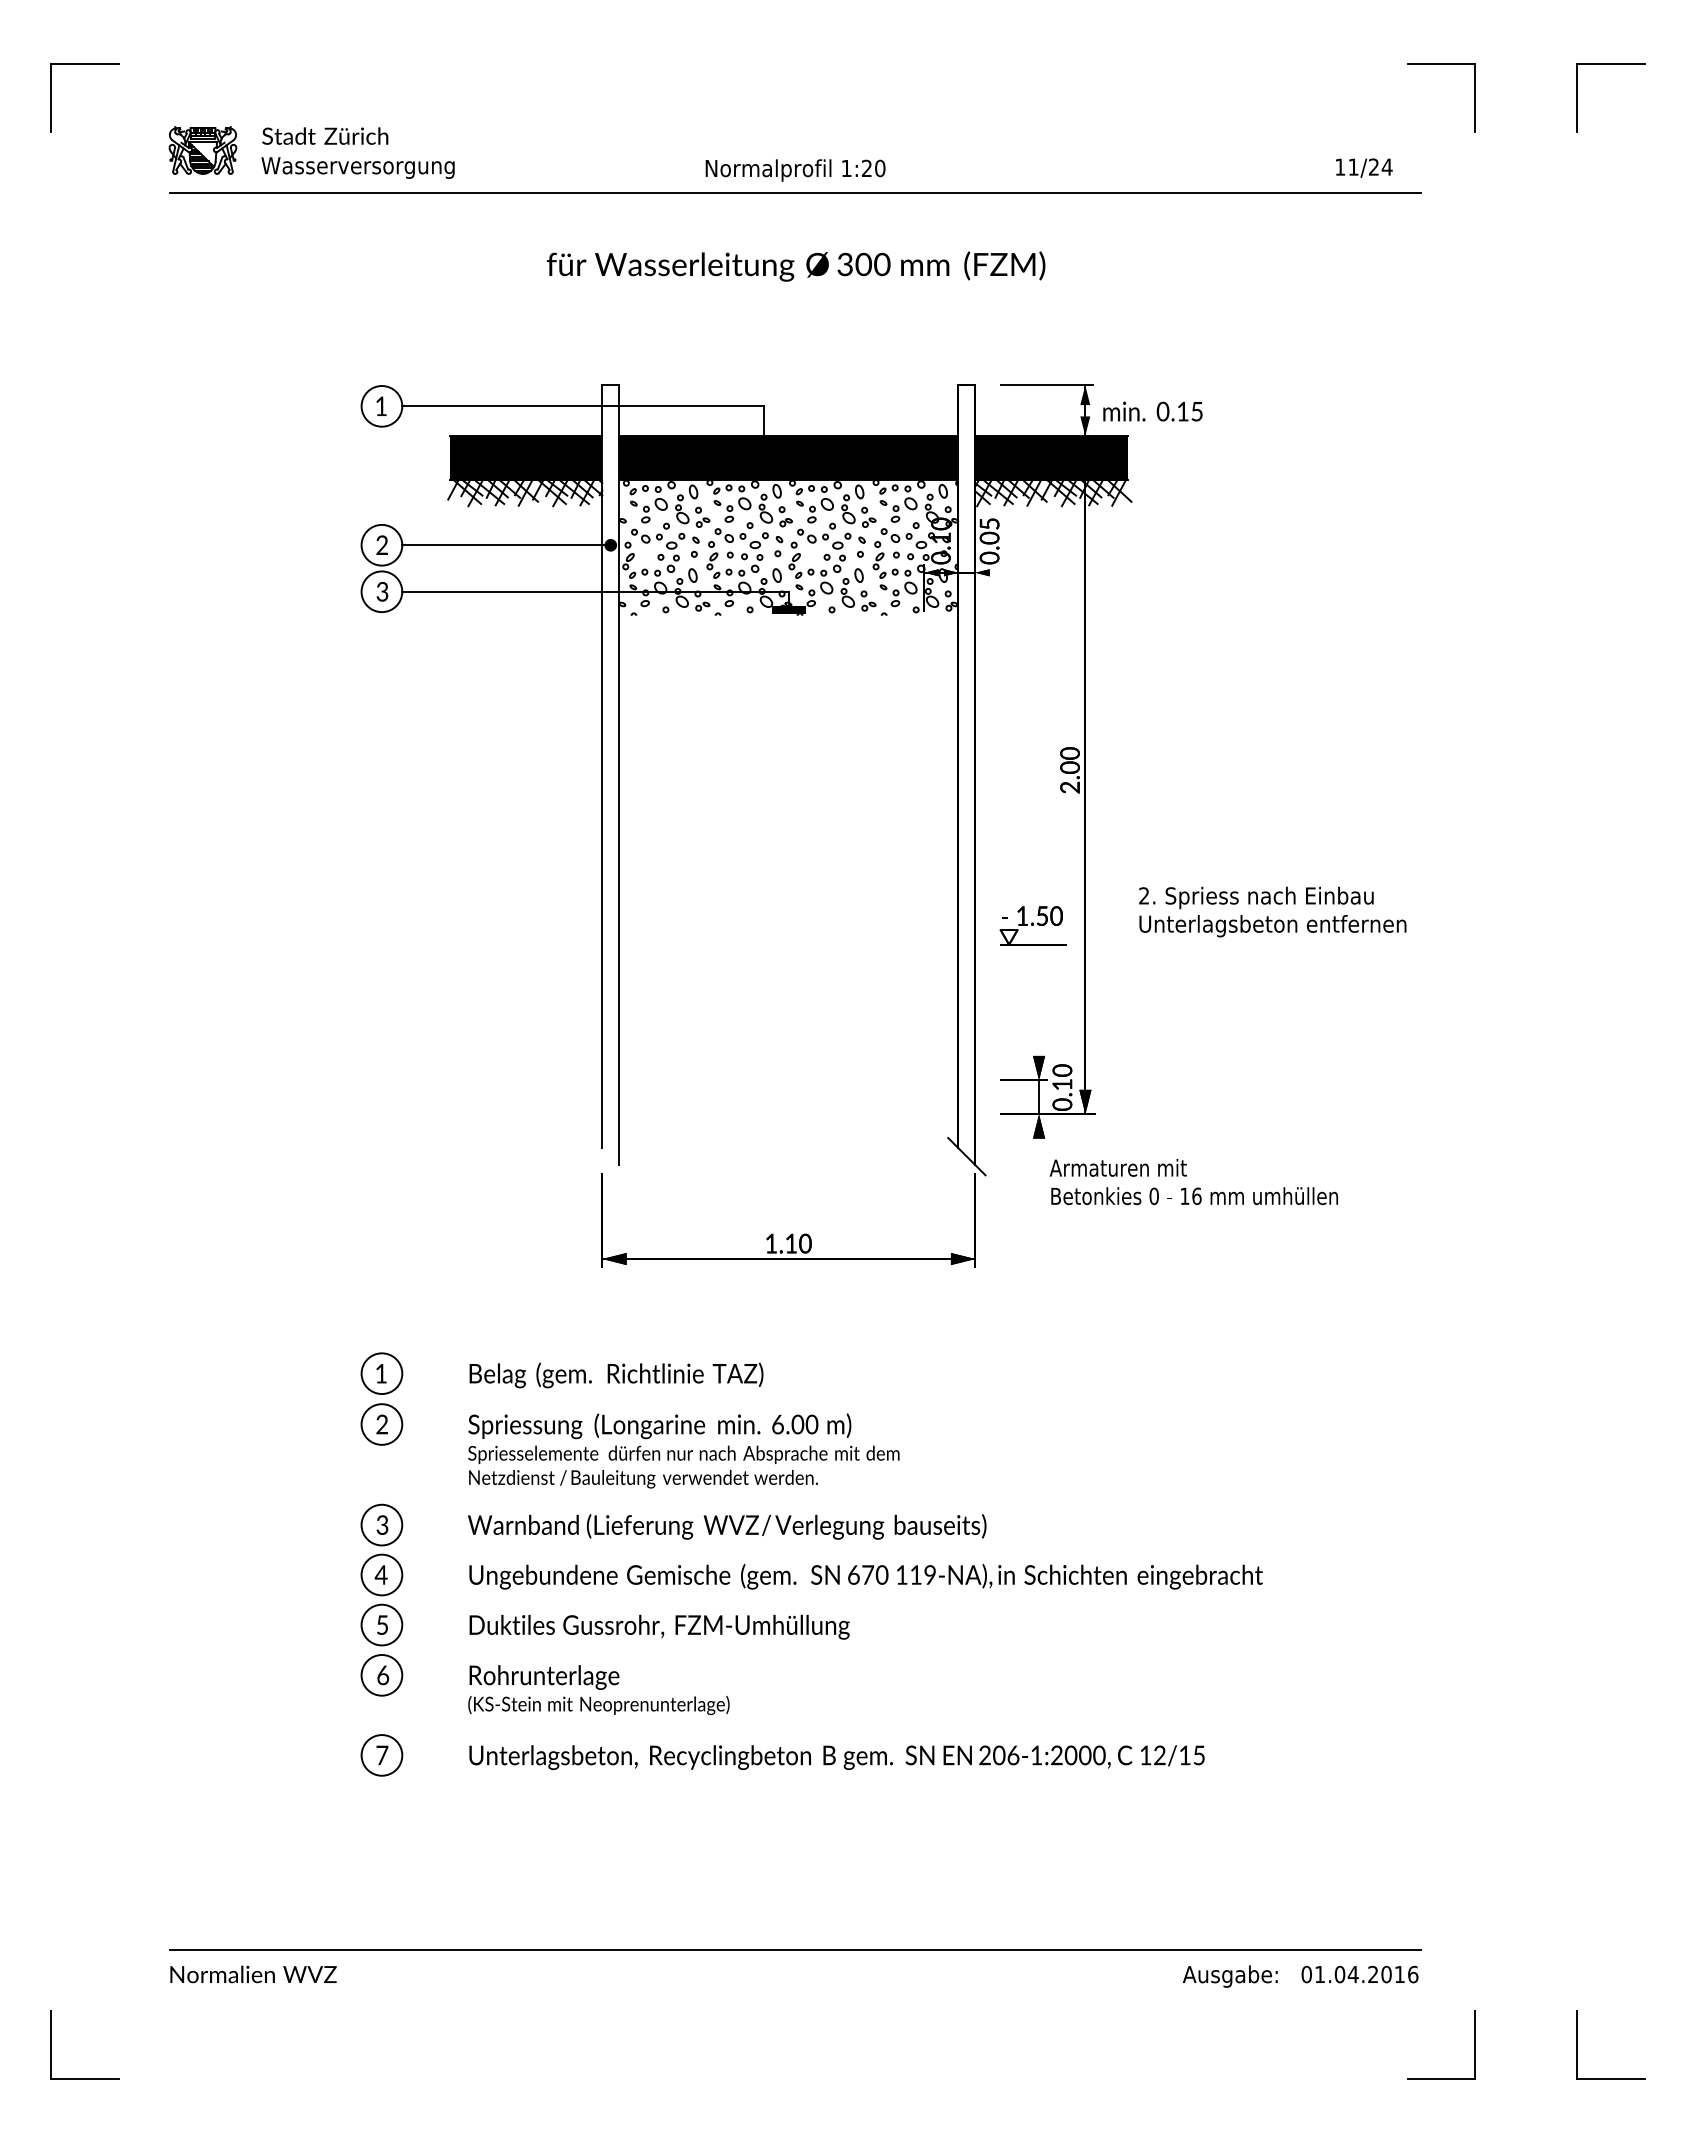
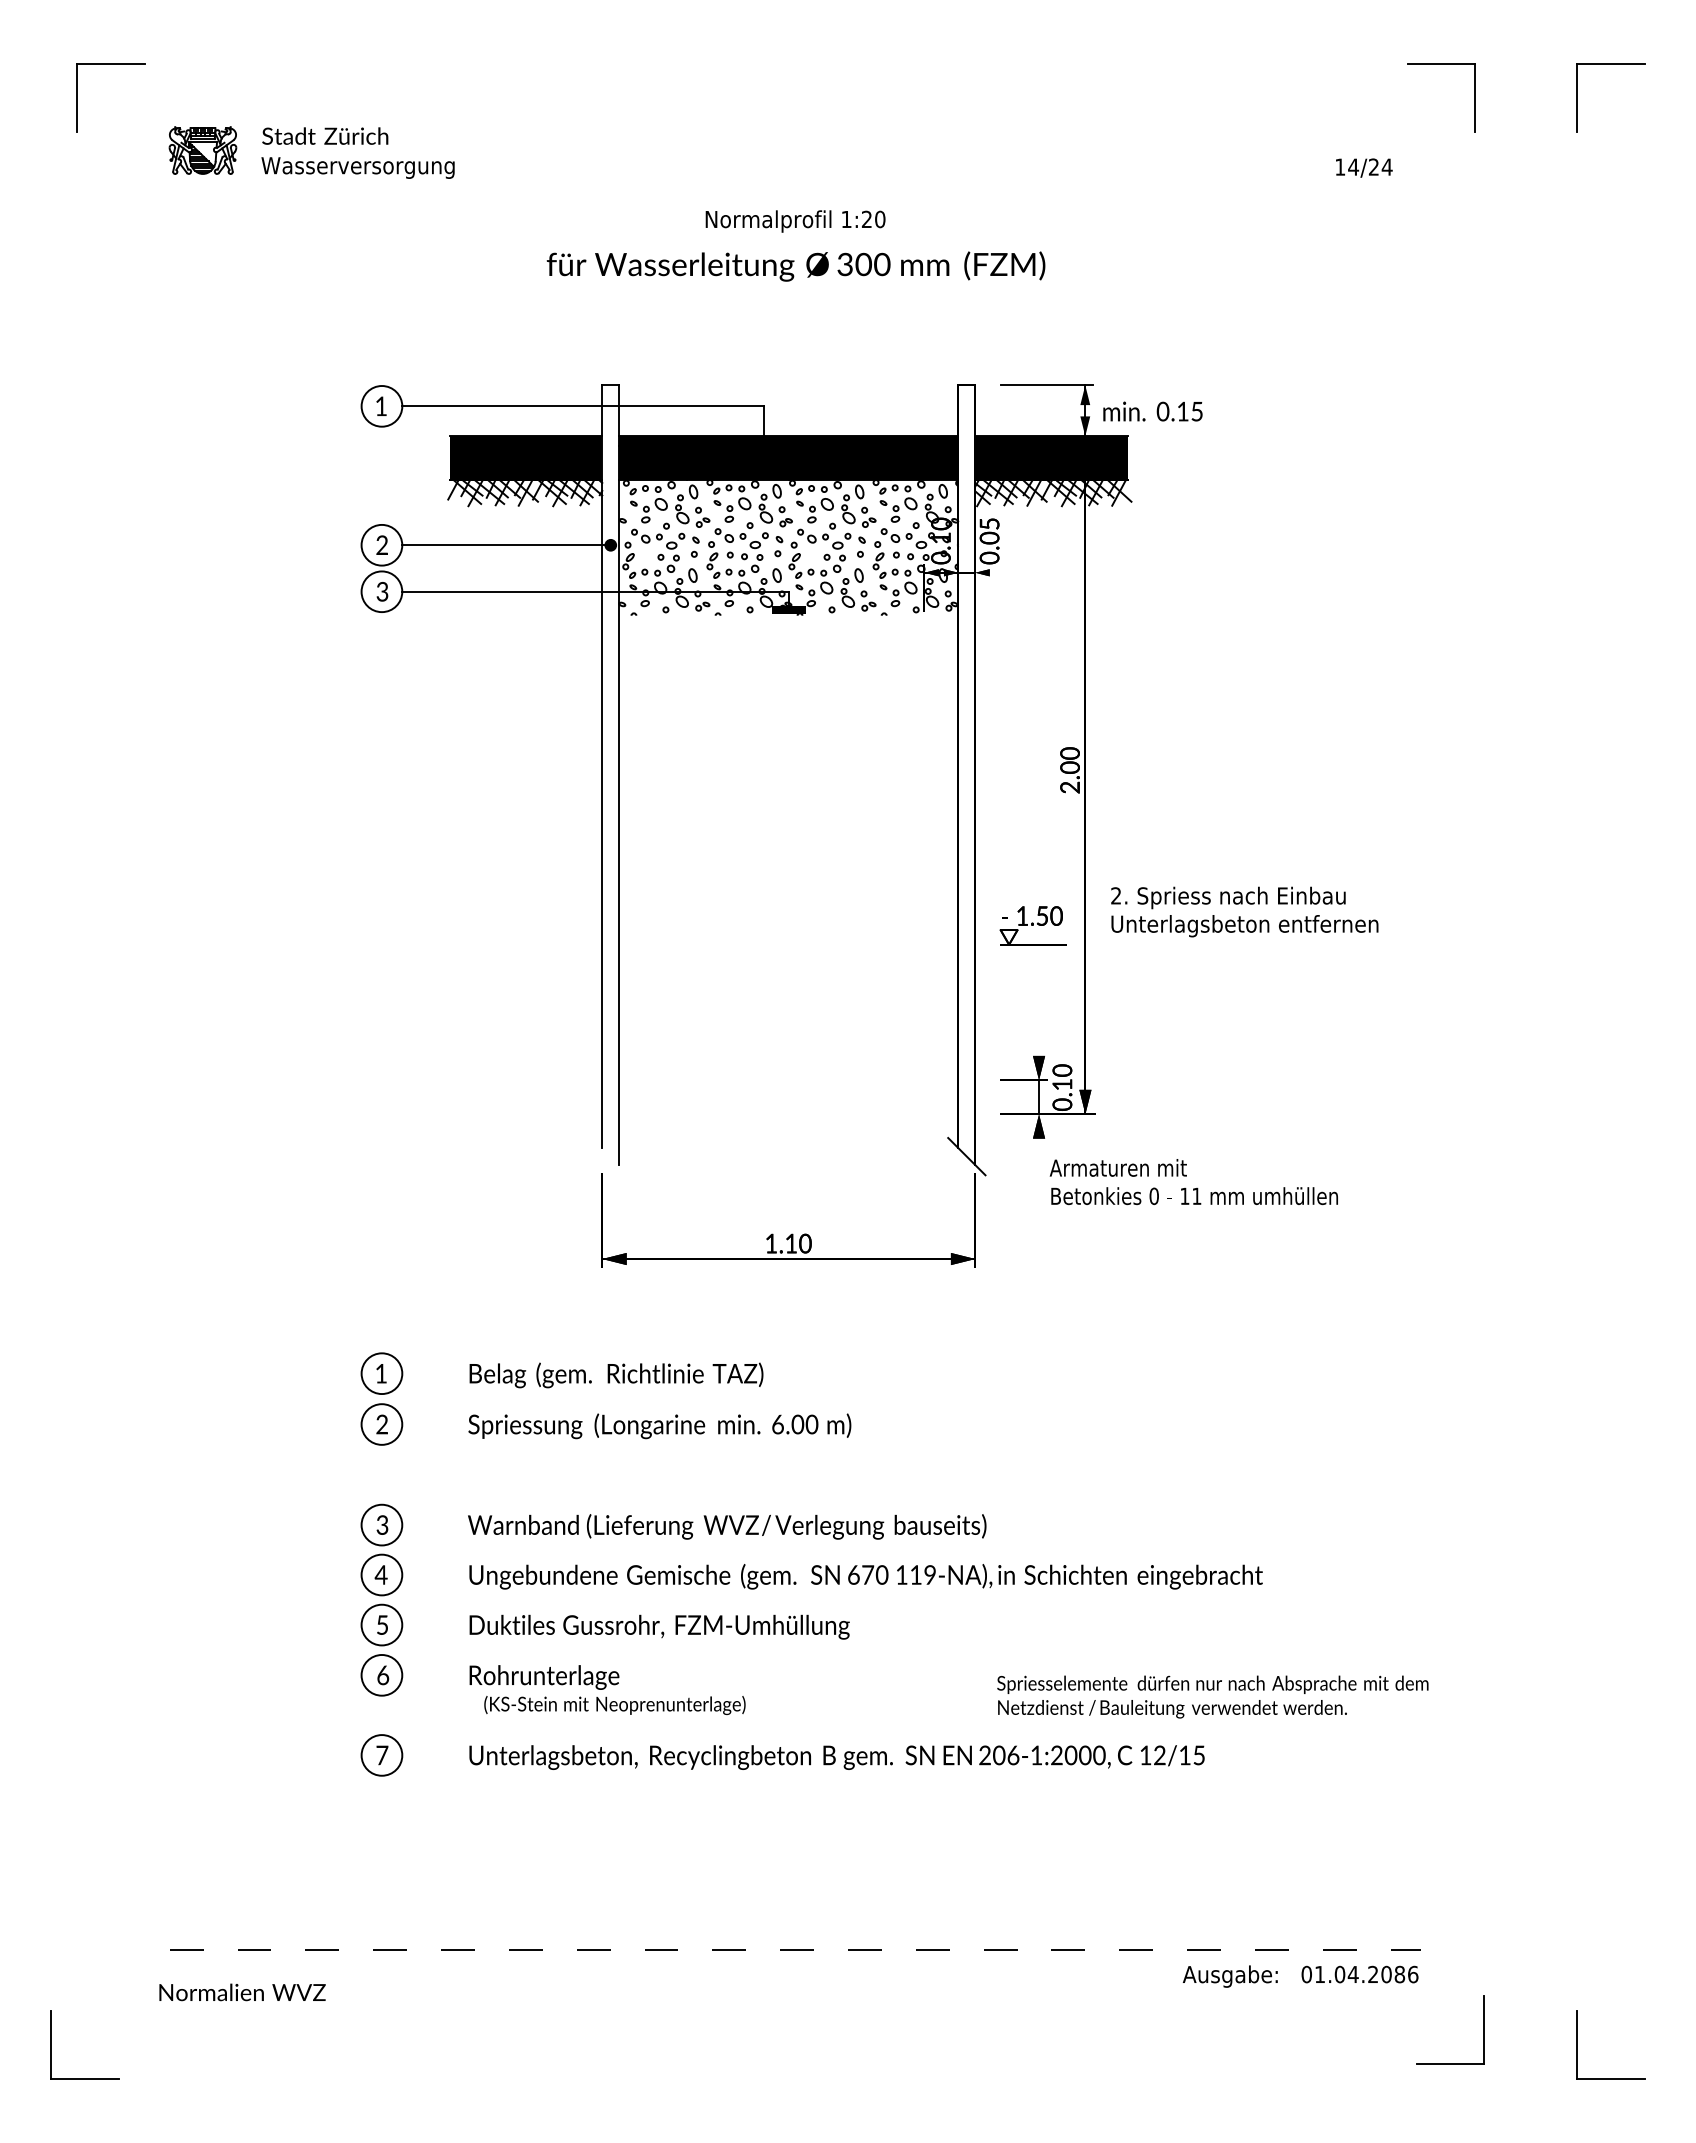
part at (84, 64) position: (84, 64) -> (110, 64)
text at (1353, 166): 11/24 -> 14/24
text at (795, 170) position: (795, 170) -> (795, 221)
line at (795, 193): present -> none
text at (1272, 911) position: (1272, 911) -> (1244, 911)
text at (1196, 1196): 16 -> 11
text at (683, 1466) position: (683, 1466) -> (1212, 1696)
text at (598, 1705) position: (598, 1705) -> (614, 1705)
line at (795, 1949): solid -> dashed
text at (253, 1974) position: (253, 1974) -> (242, 1992)
text at (1399, 1974): 01.04.2016 -> 01.04.2086
part at (1474, 2044) position: (1474, 2044) -> (1483, 2029)
